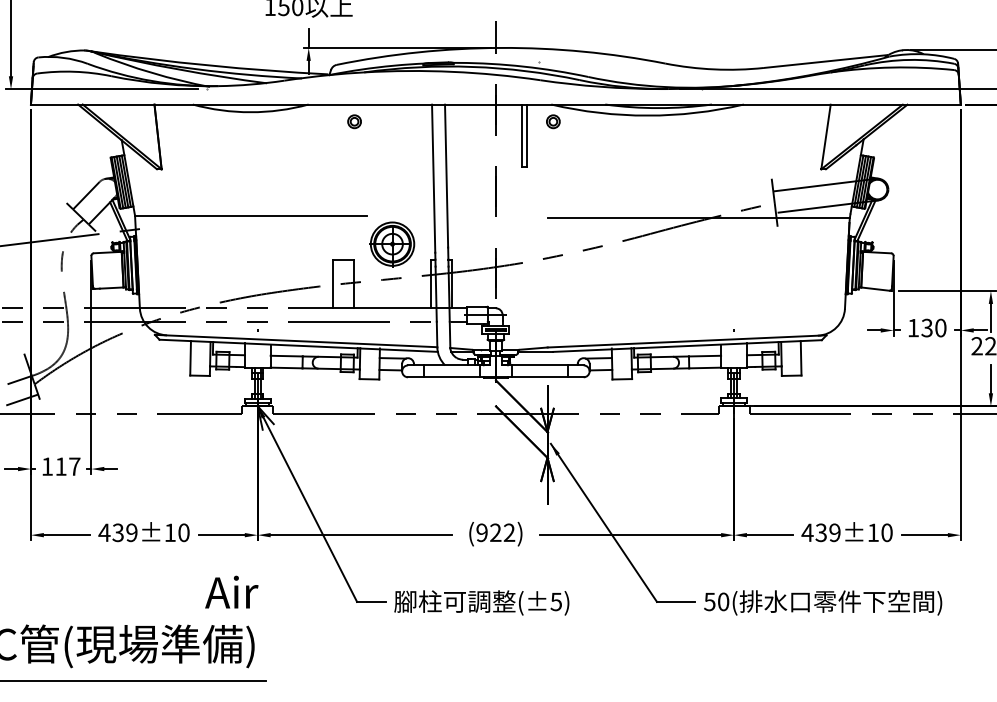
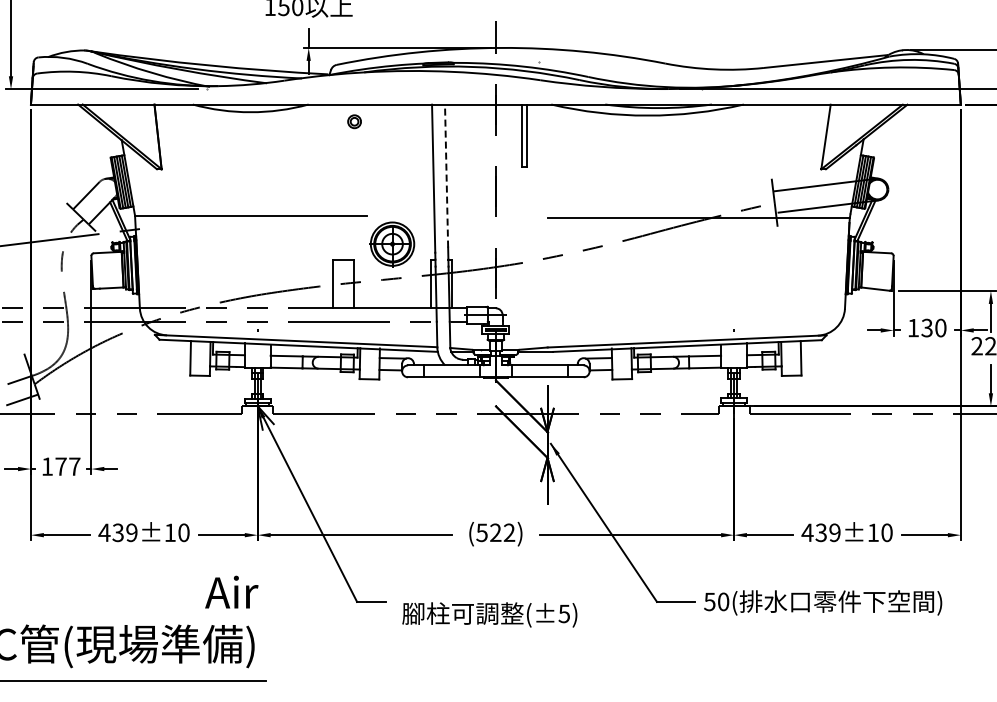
part at (553, 121): present -> none
line at (446, 175): solid -> dashed
text at (60, 466): 117 -> 177
text at (481, 532): (922) -> (522)
text at (481, 602) position: (481, 602) -> (489, 614)
